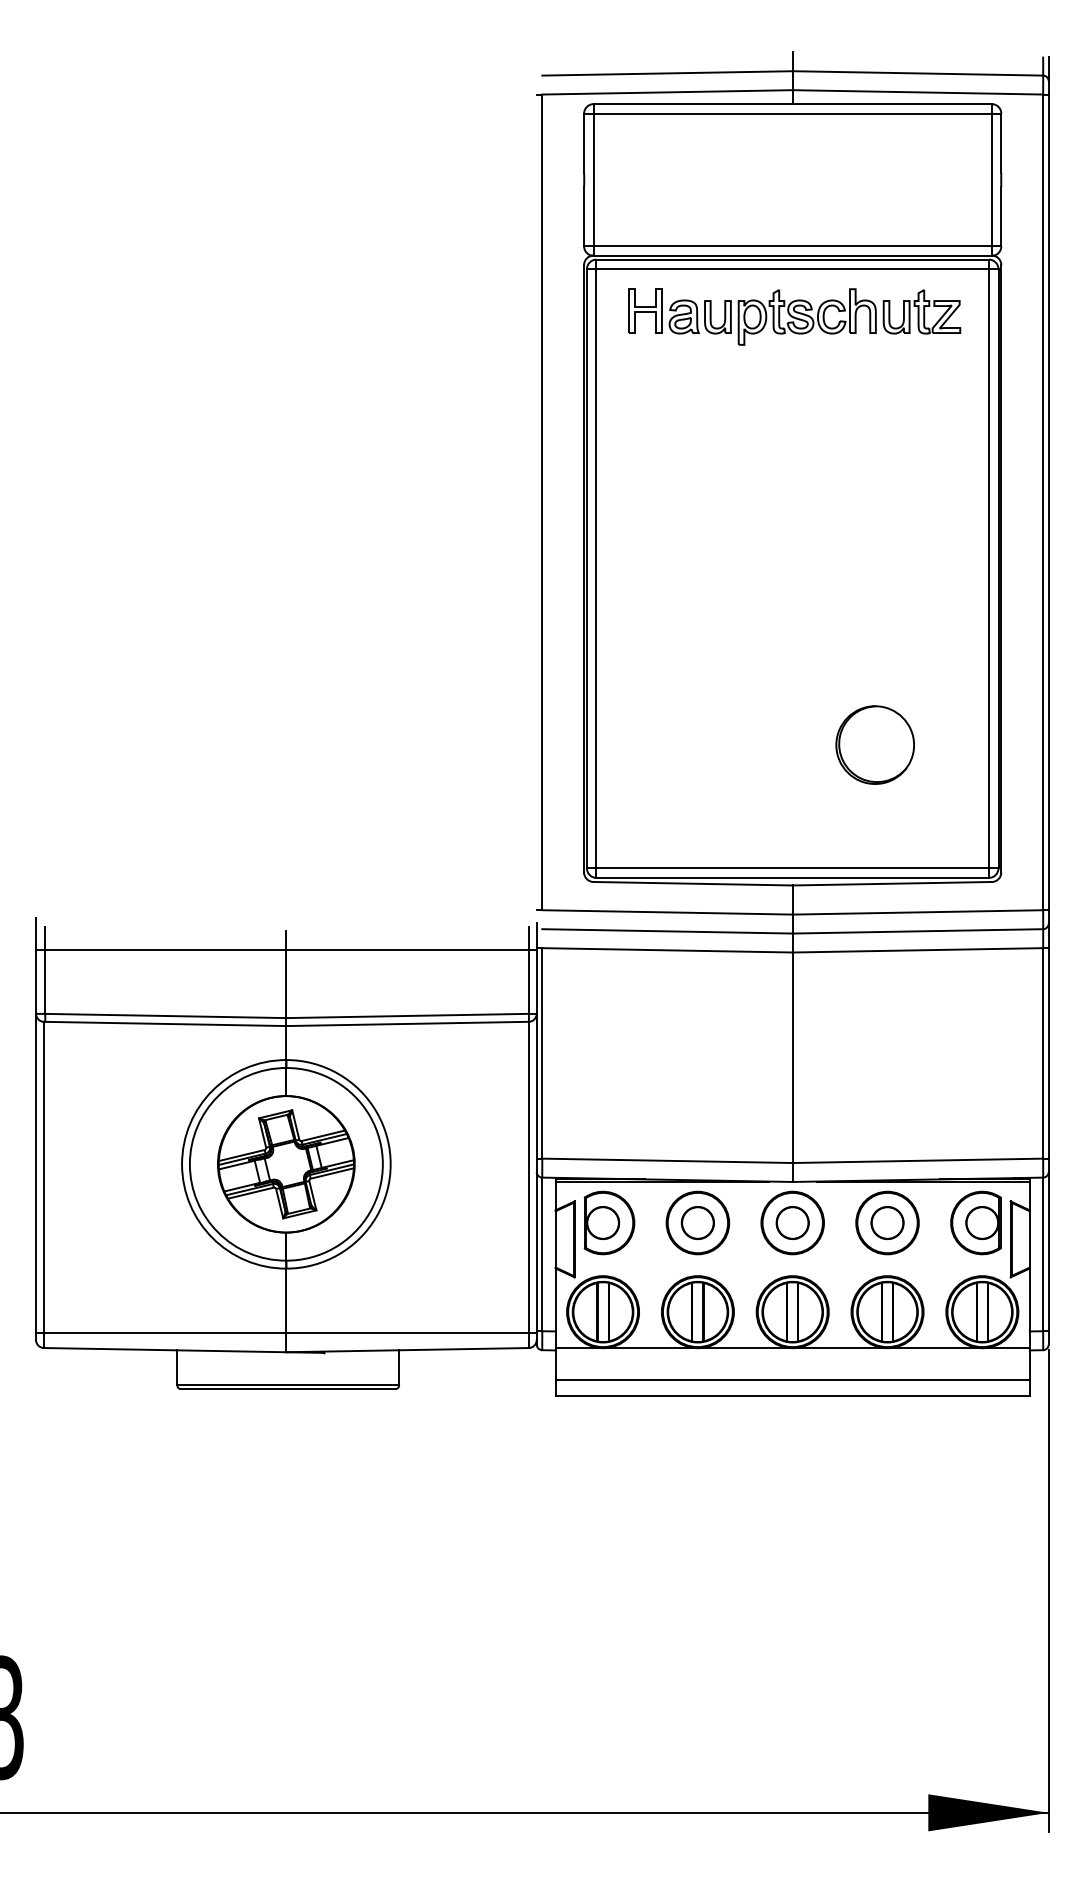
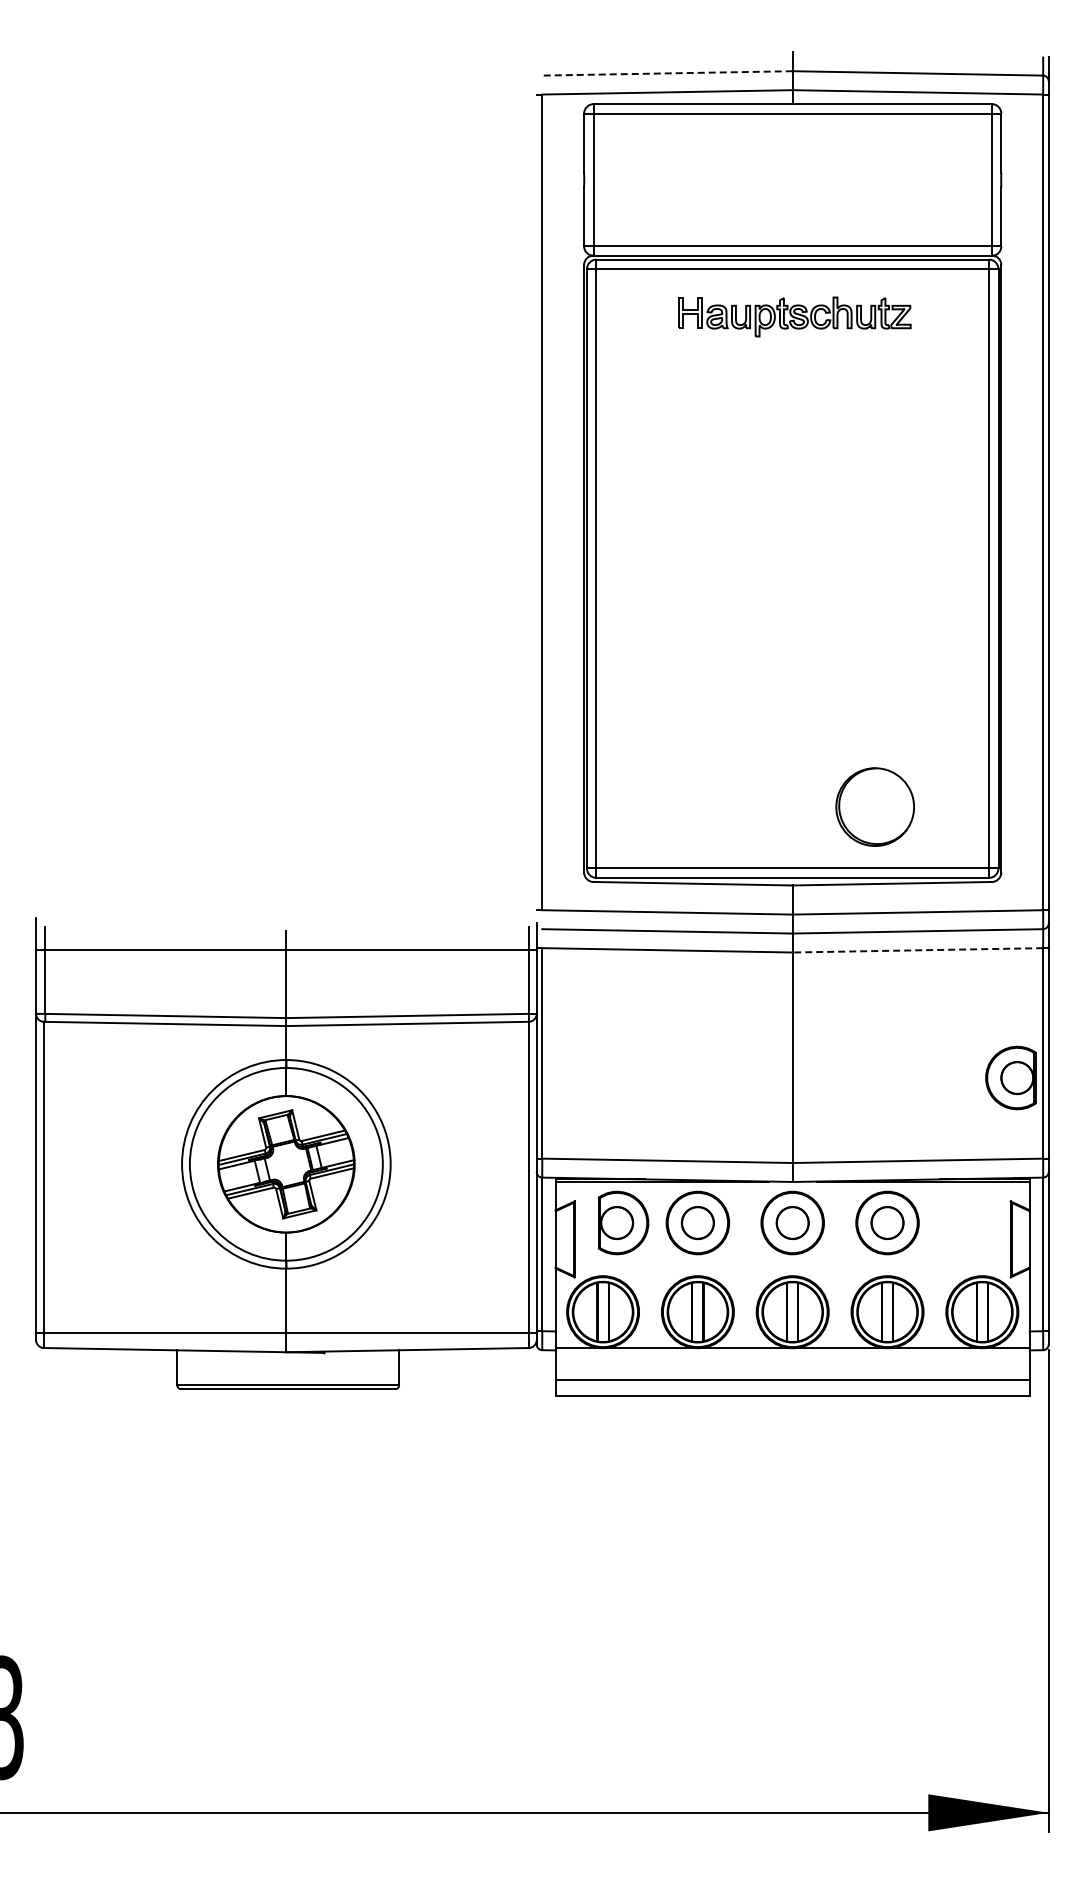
line at (667, 73): solid -> dashed
part at (794, 316) size: 334x58 px -> 234x42 px
part at (874, 744) position: (874, 744) -> (874, 806)
line at (917, 950): solid -> dashed
part at (609, 1222) position: (609, 1222) -> (623, 1222)
part at (975, 1222) position: (975, 1222) -> (1010, 1077)
